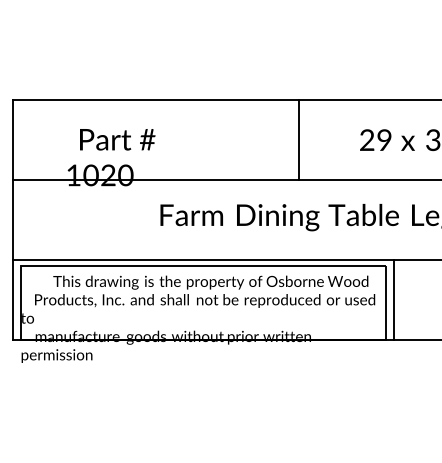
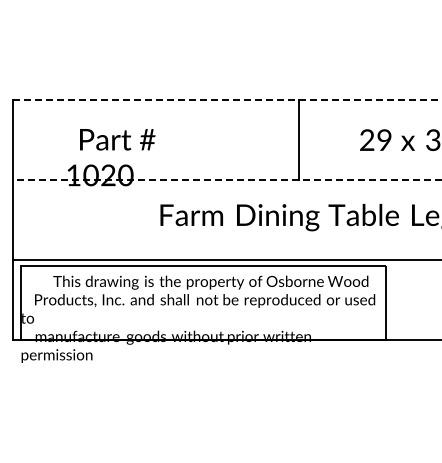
line at (227, 100): solid -> dashed
line at (226, 180): solid -> dashed
line at (393, 300): present -> none
